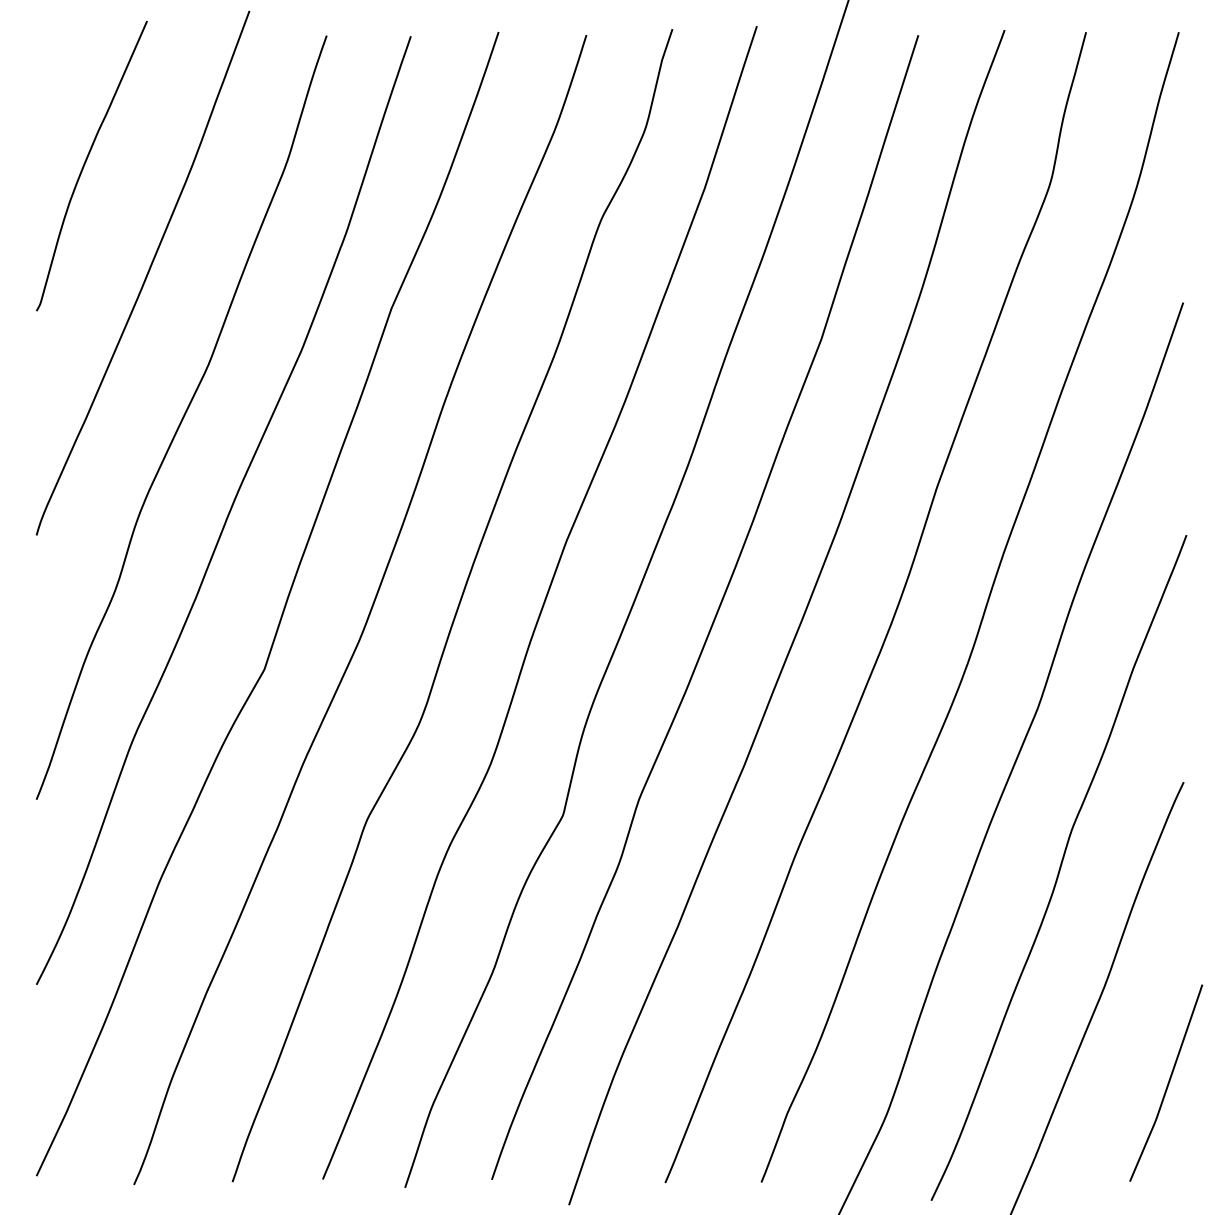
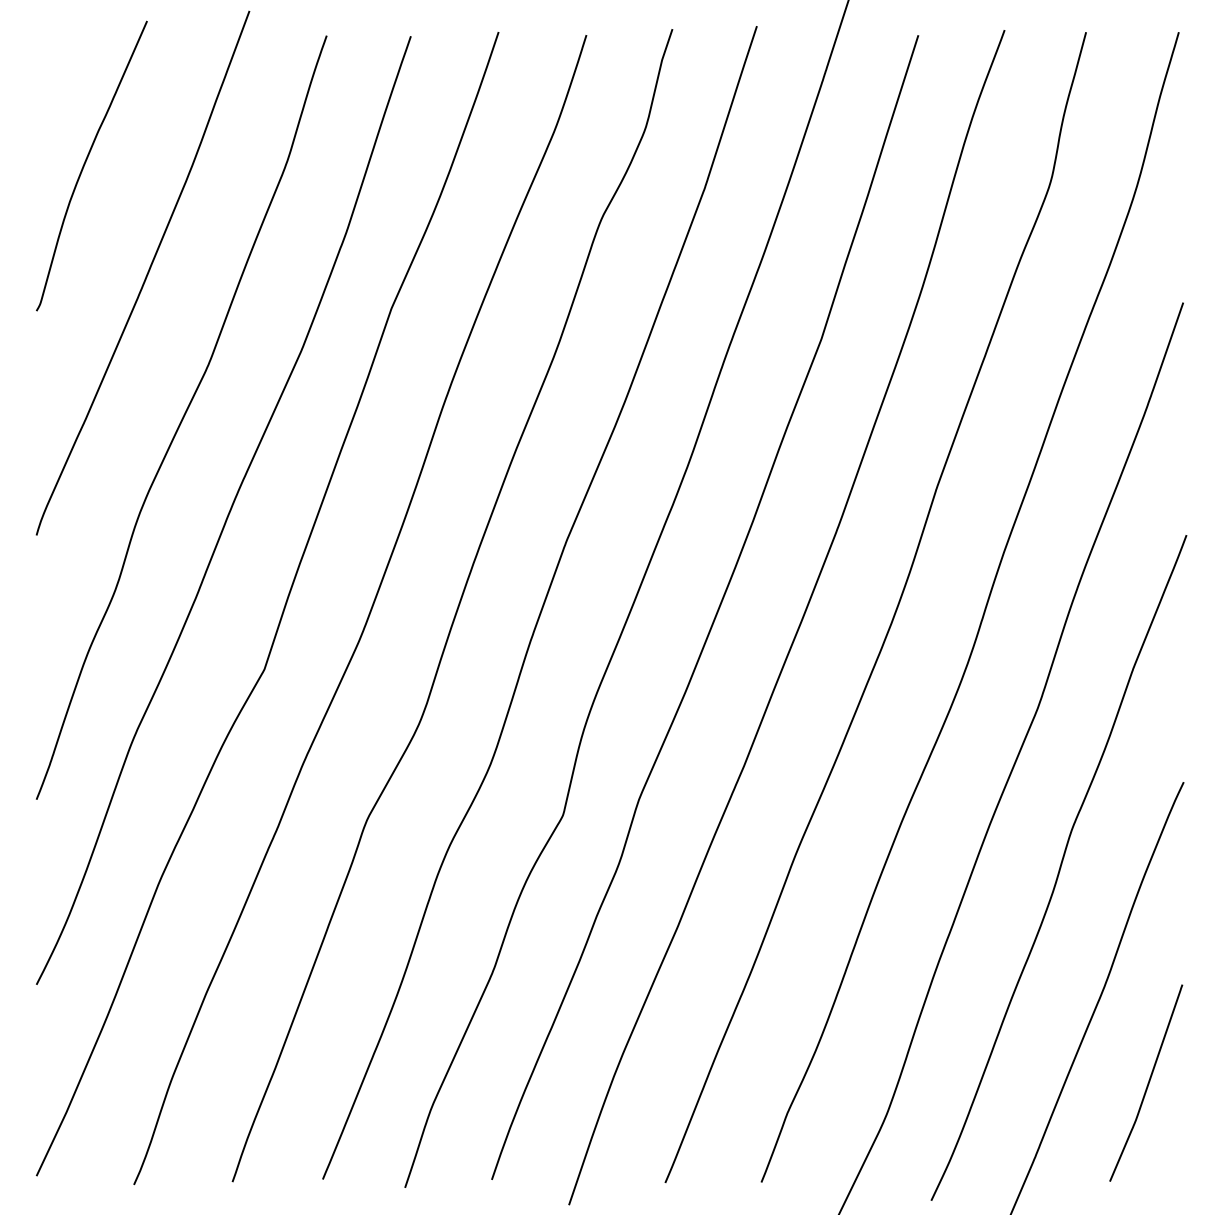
curve at (1167, 1083) position: (1167, 1083) -> (1147, 1083)
